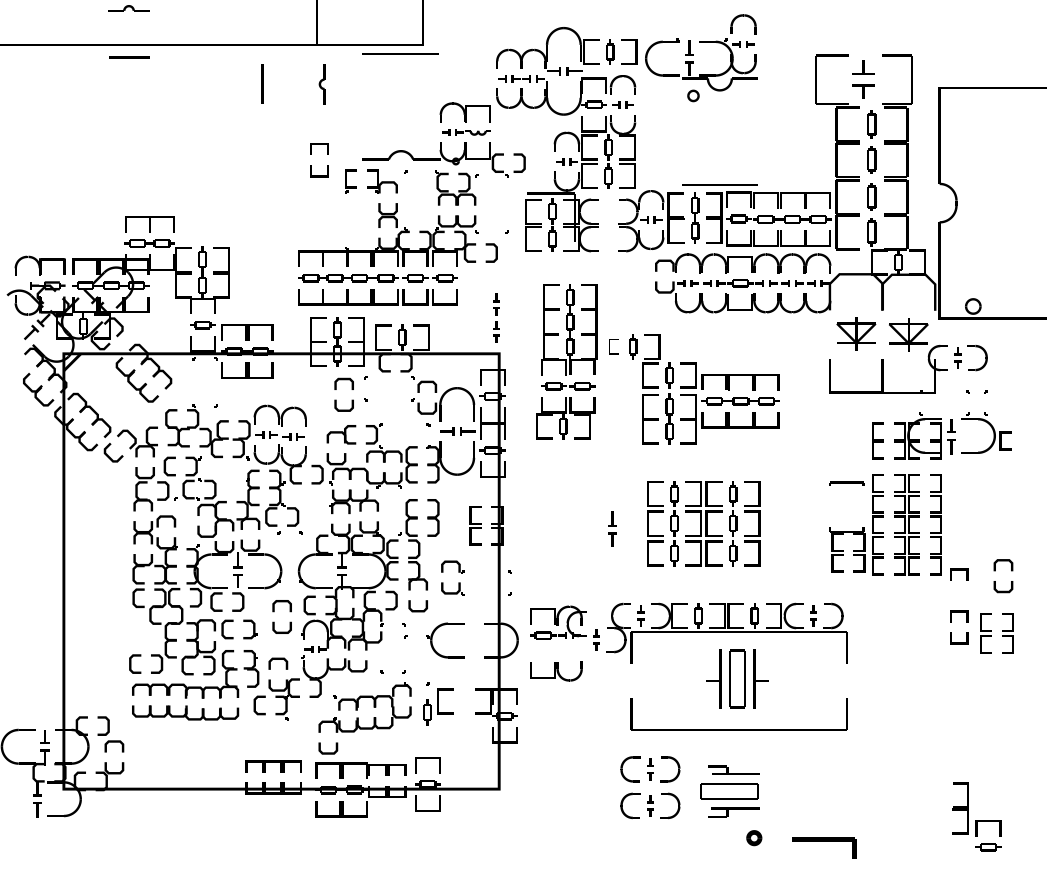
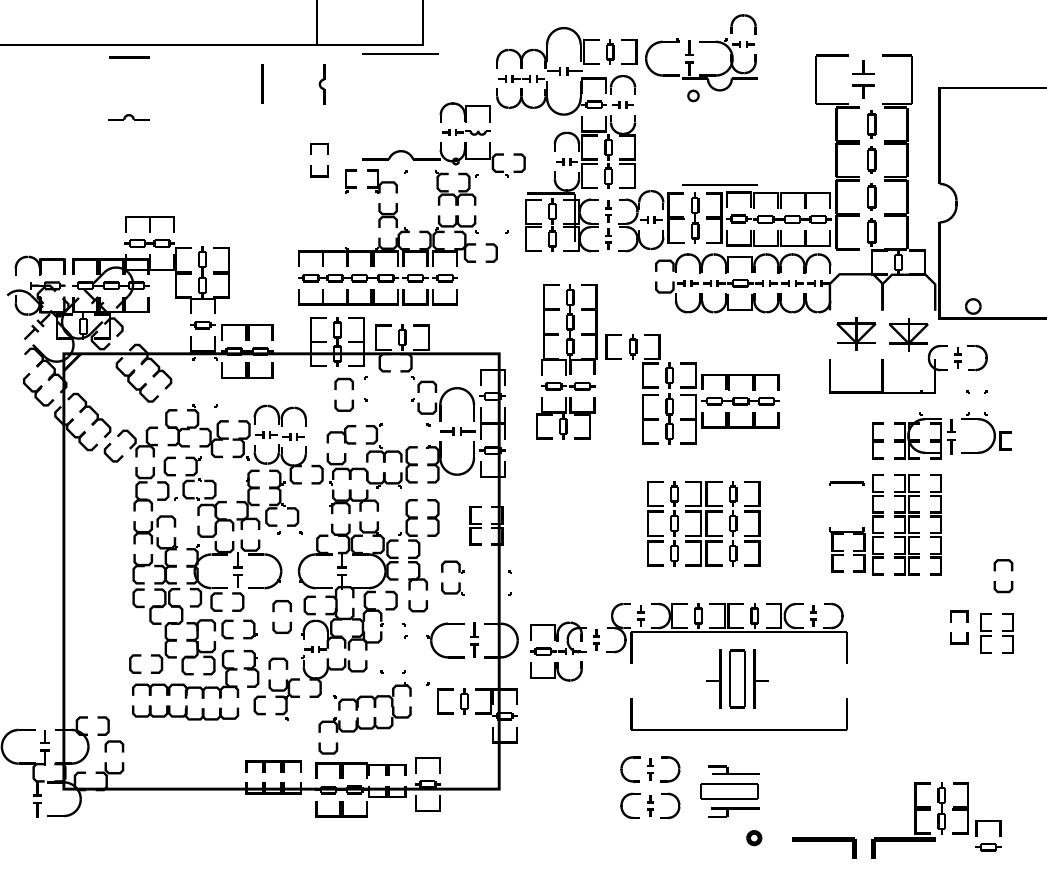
part at (128, 8) position: (128, 8) -> (128, 117)
part at (496, 317) position: (496, 317) -> (608, 224)
part at (613, 346) size: 10x16 px -> 17x26 px
part at (612, 528) position: (612, 528) -> (474, 639)
line at (959, 570): present -> none
part at (558, 622) position: (558, 622) -> (558, 638)
part at (427, 712) position: (427, 712) -> (464, 701)
part at (908, 820): none -> present
